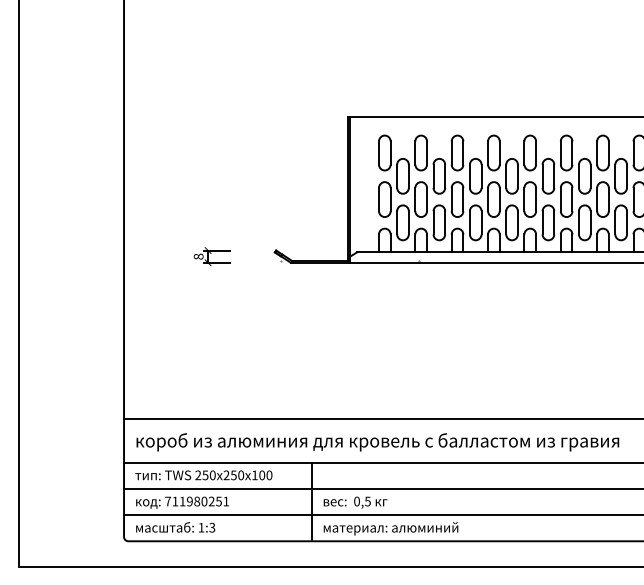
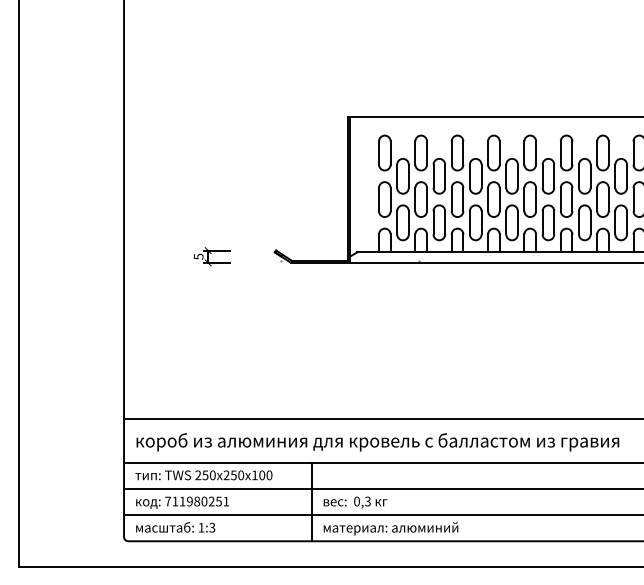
text at (198, 256): 8 -> 5
text at (367, 500): 0,5 -> 0,3
